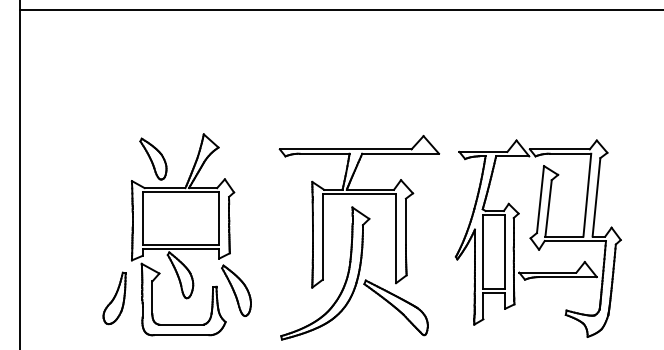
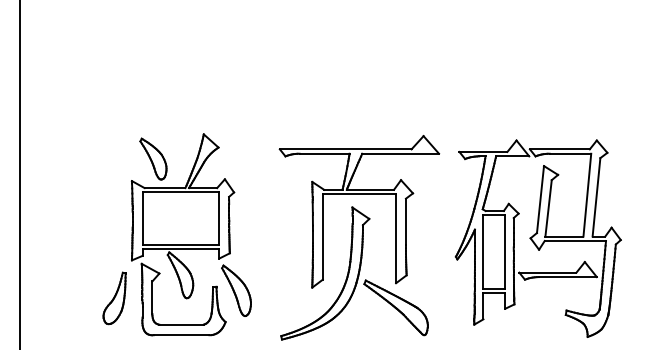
line at (339, 10): present -> none
